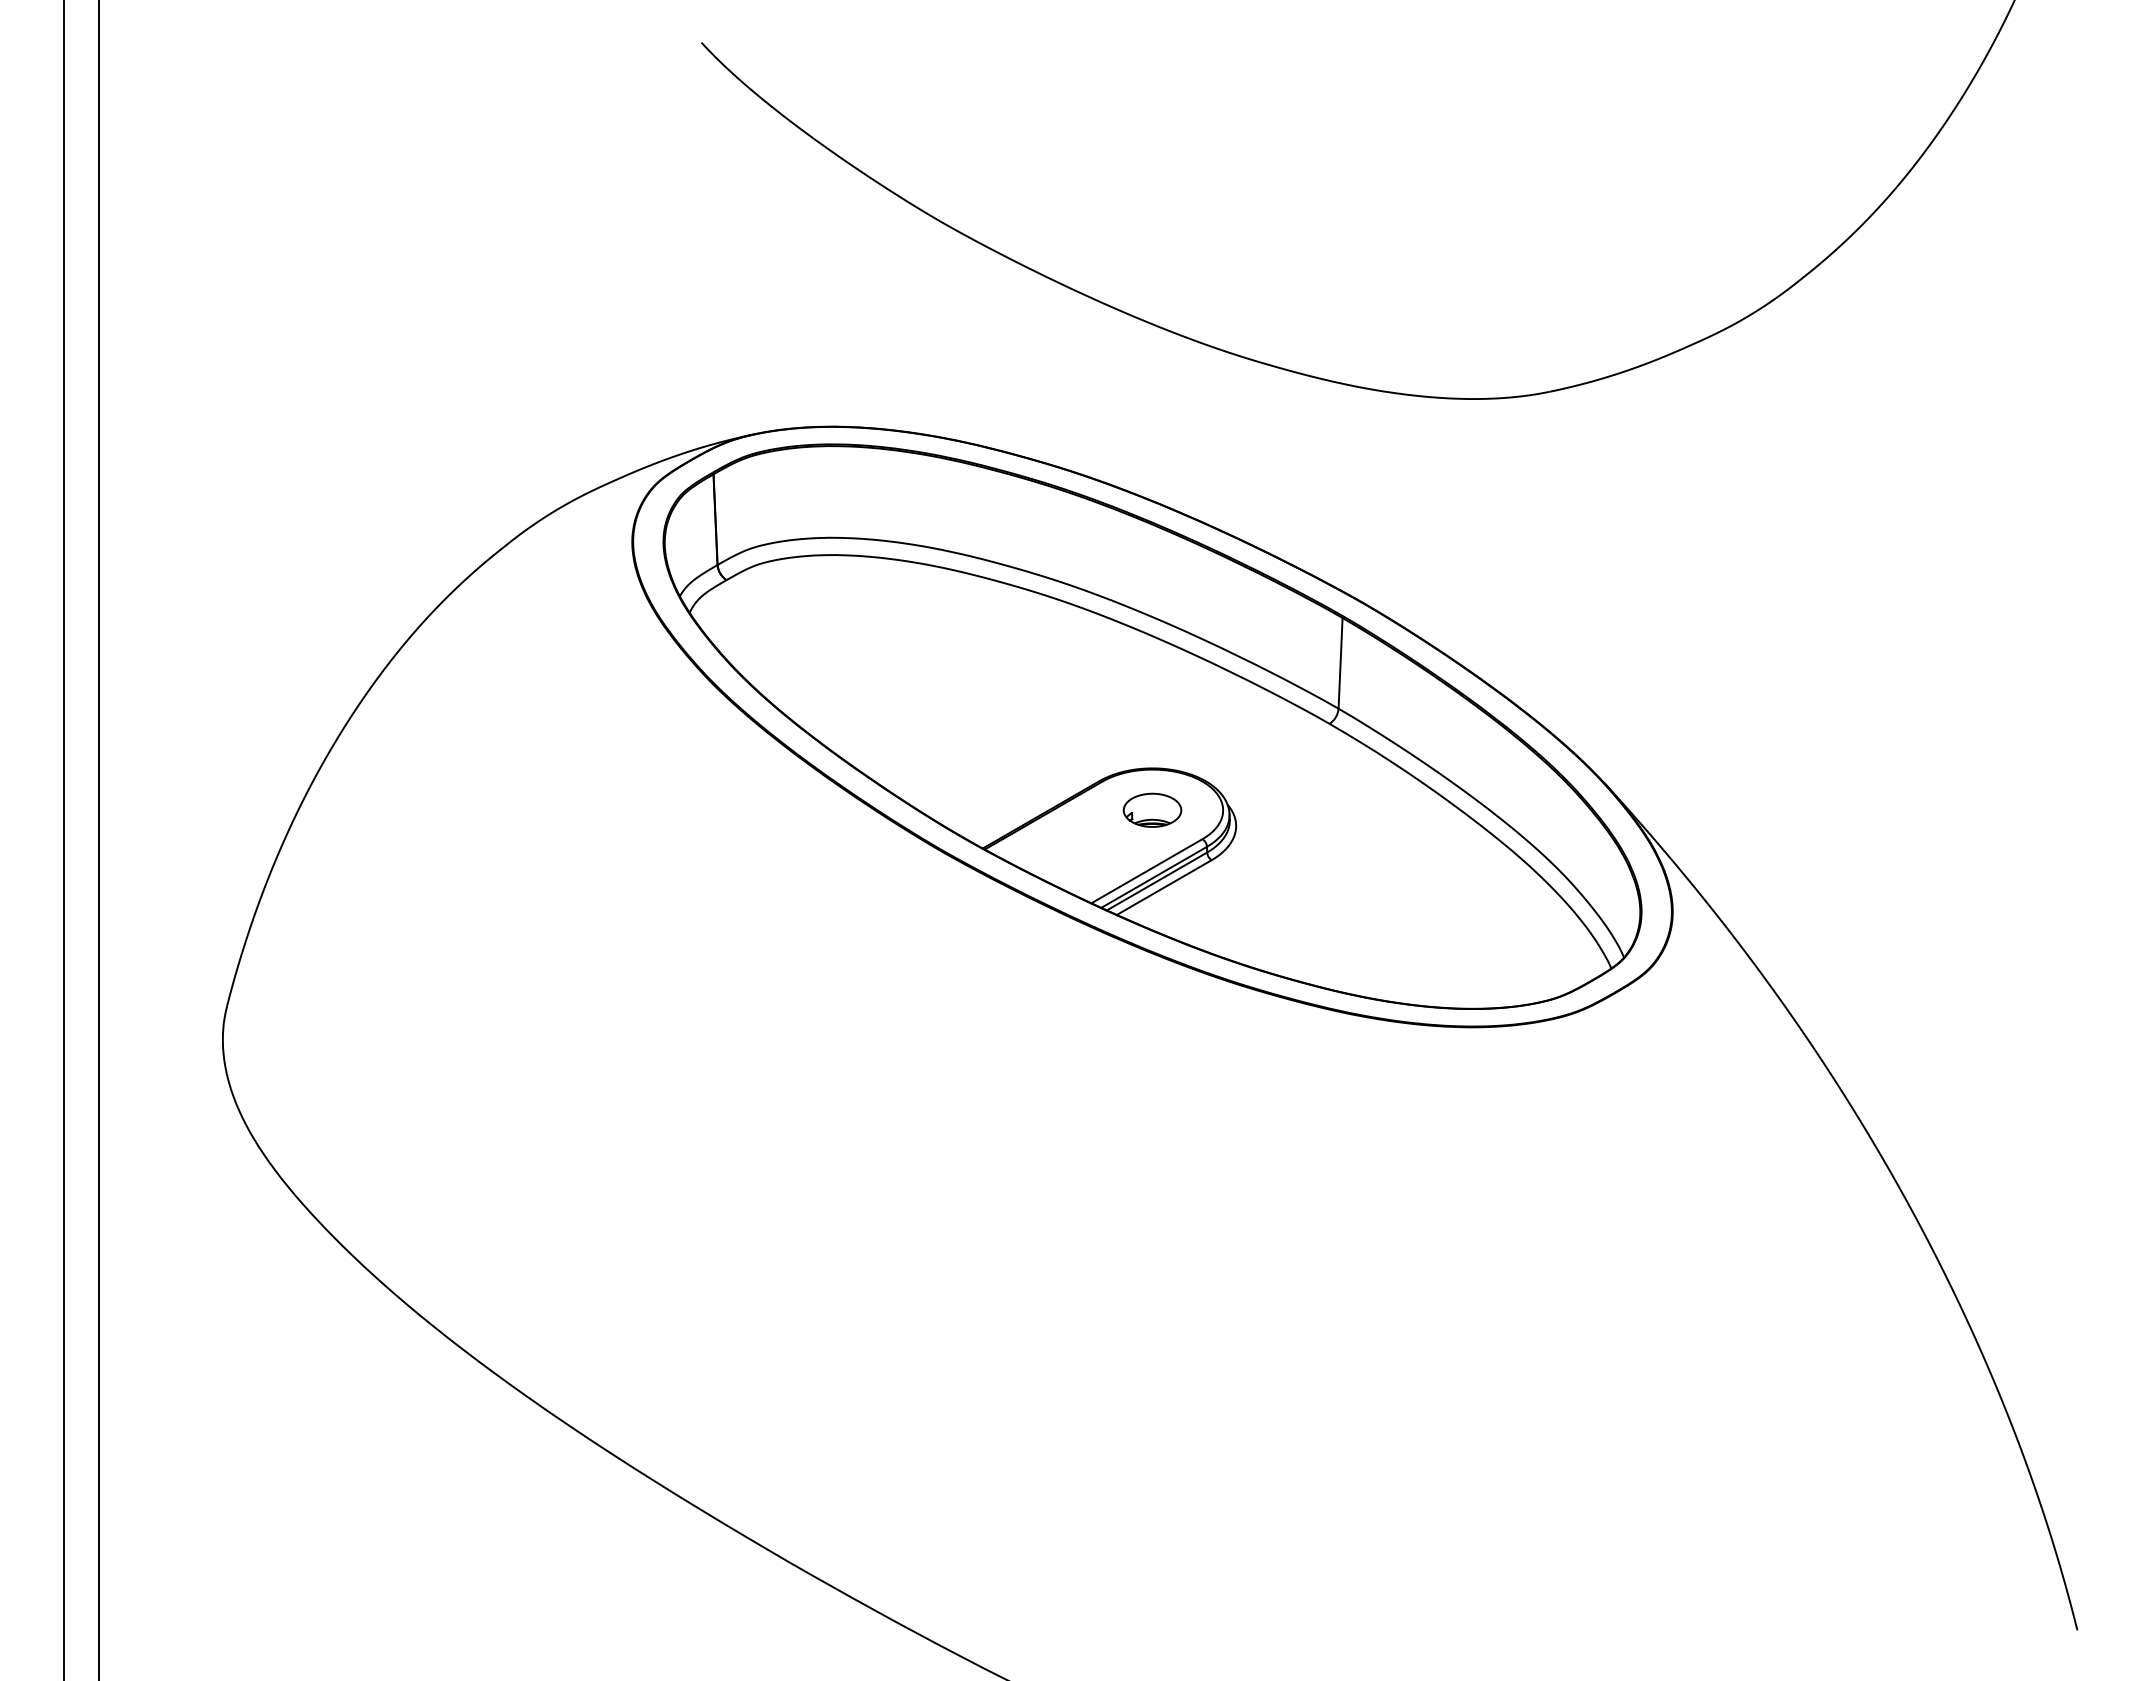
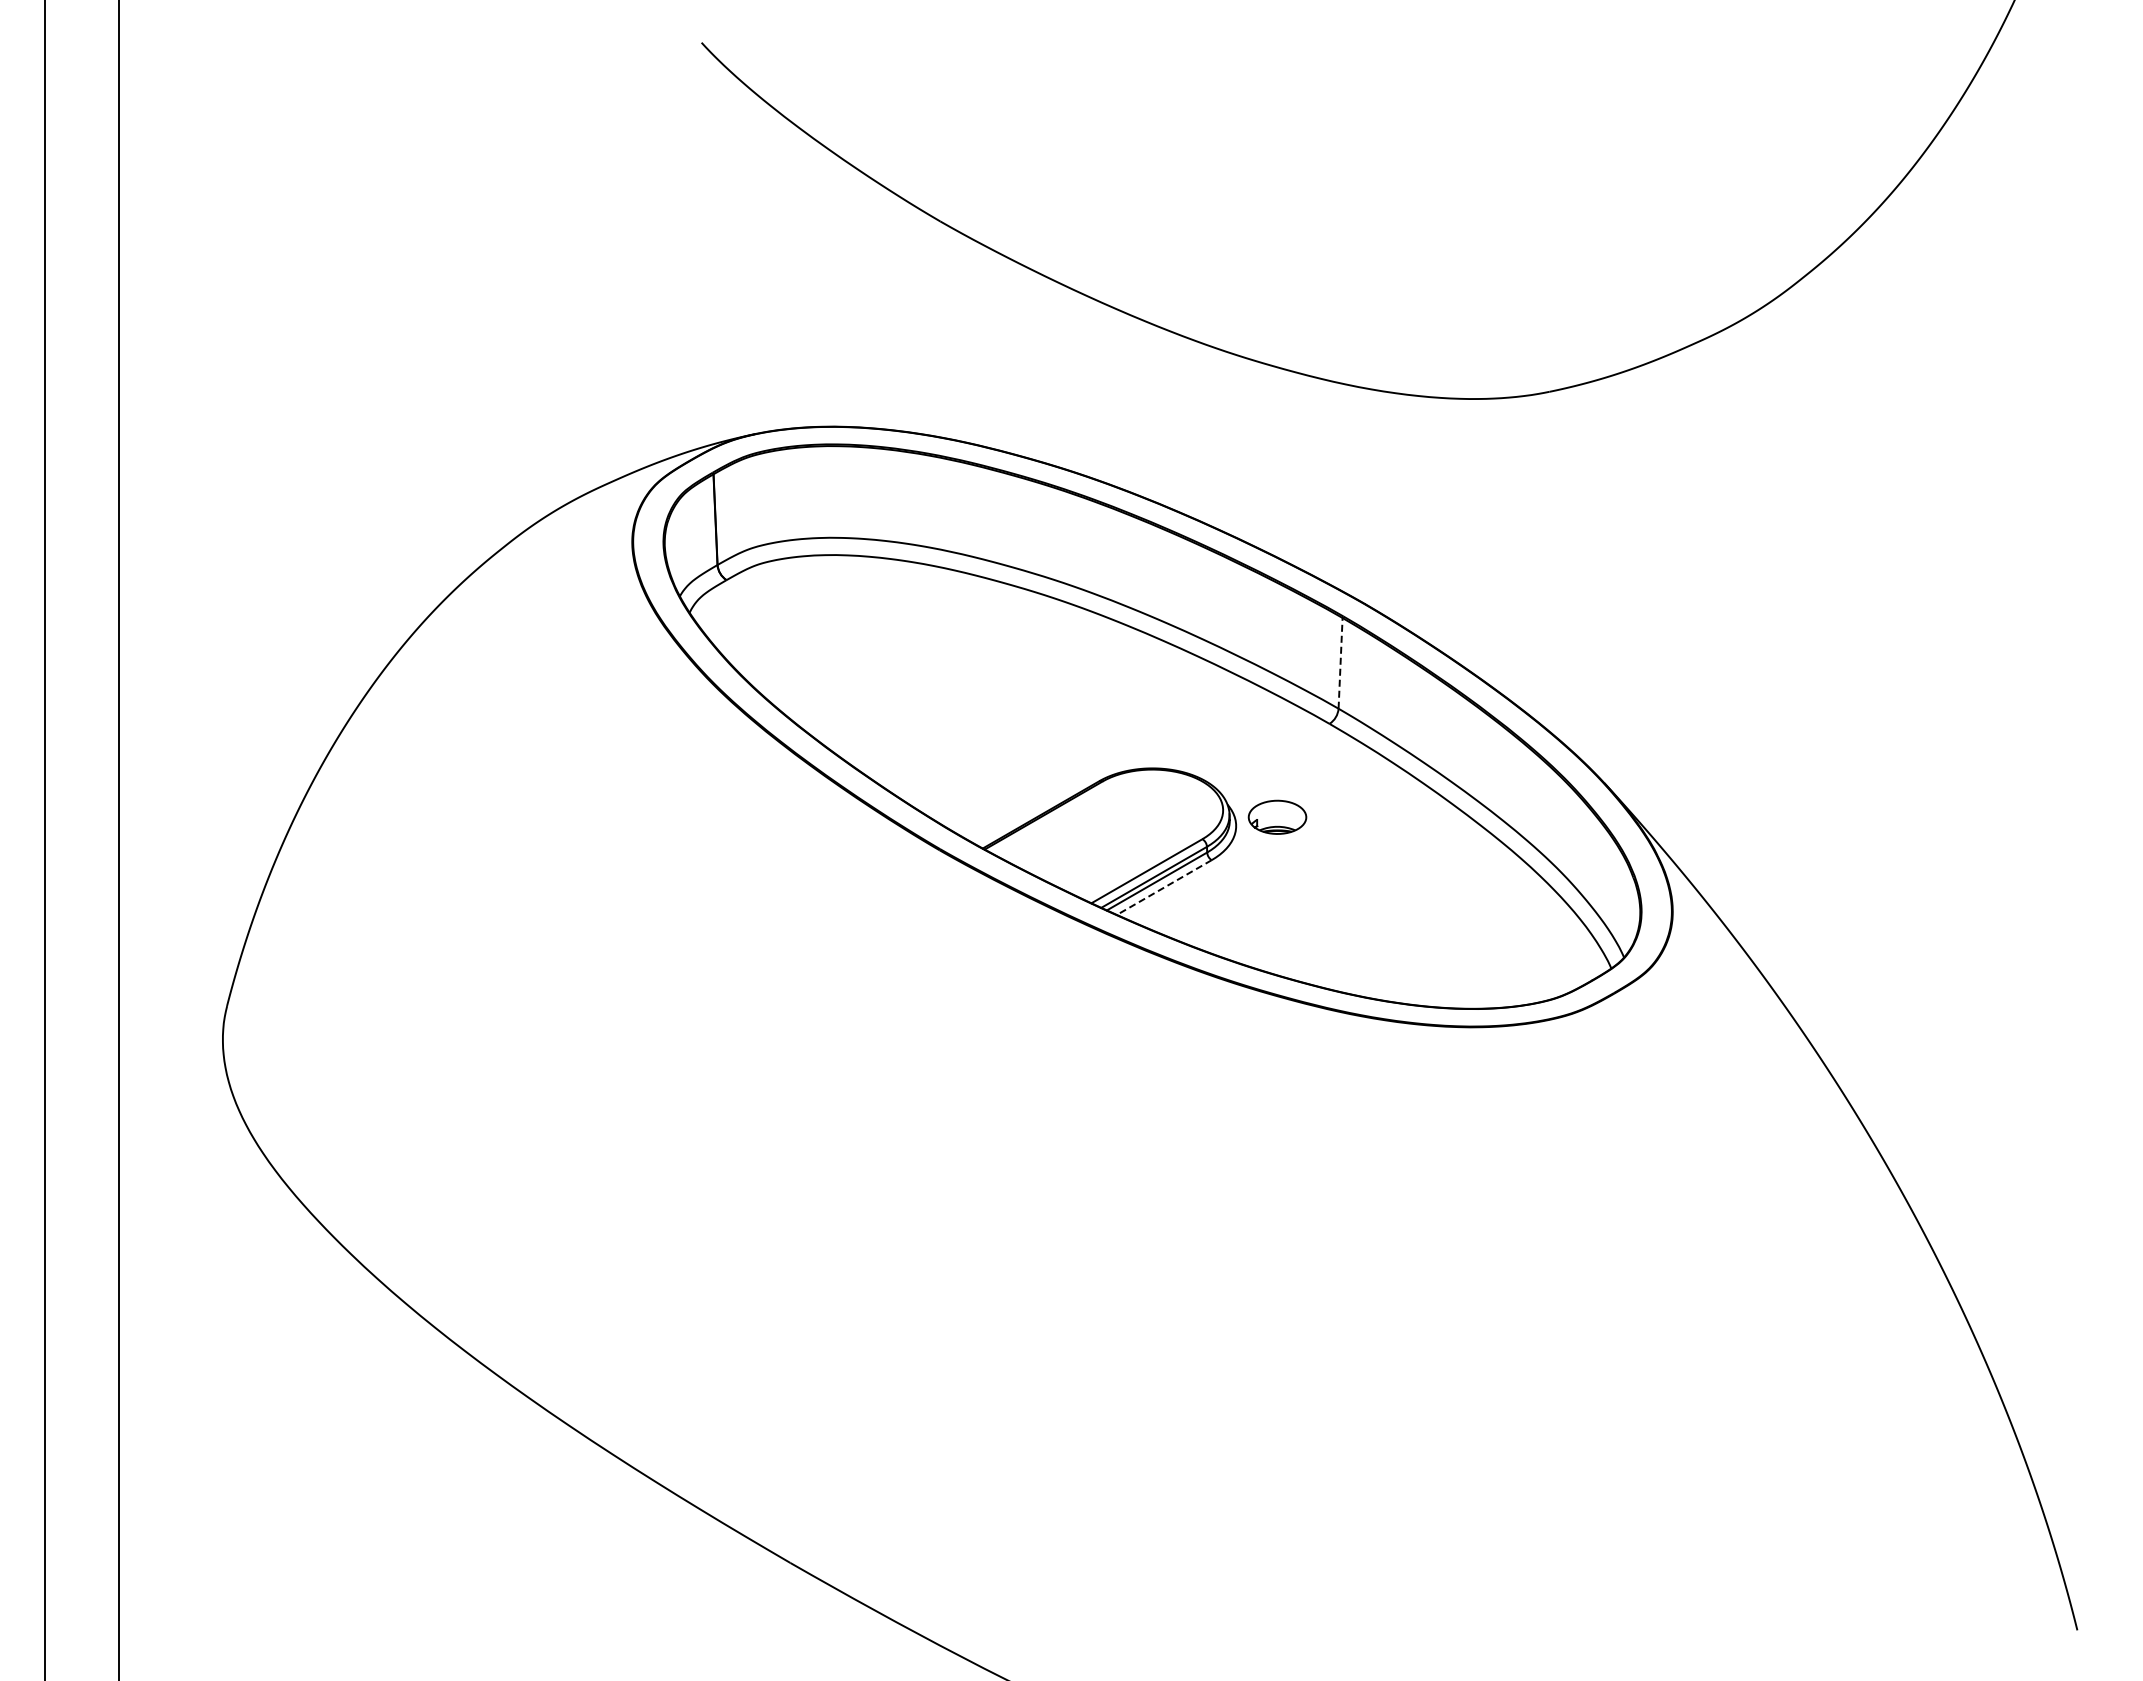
line at (1340, 662): solid -> dashed
part at (1152, 809) position: (1152, 809) -> (1277, 816)
line at (64, 839) position: (64, 839) -> (45, 839)
line at (98, 839) position: (98, 839) -> (118, 839)
line at (1164, 887): solid -> dashed
